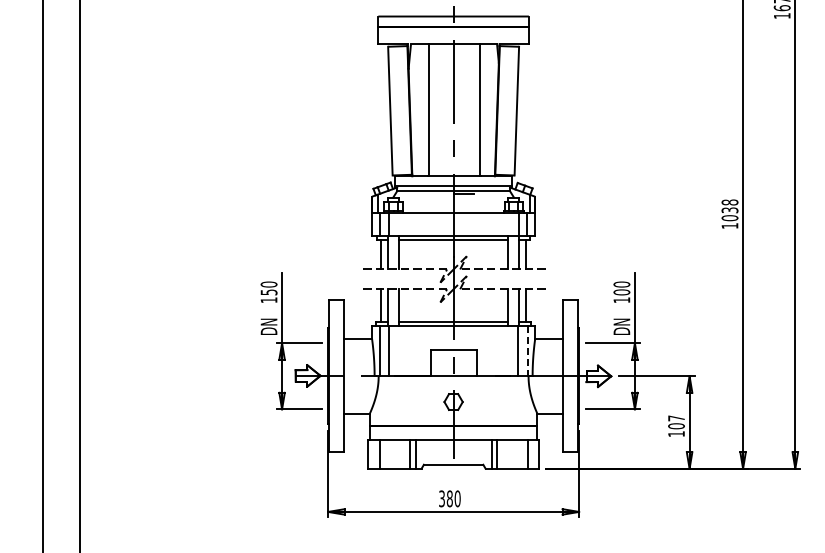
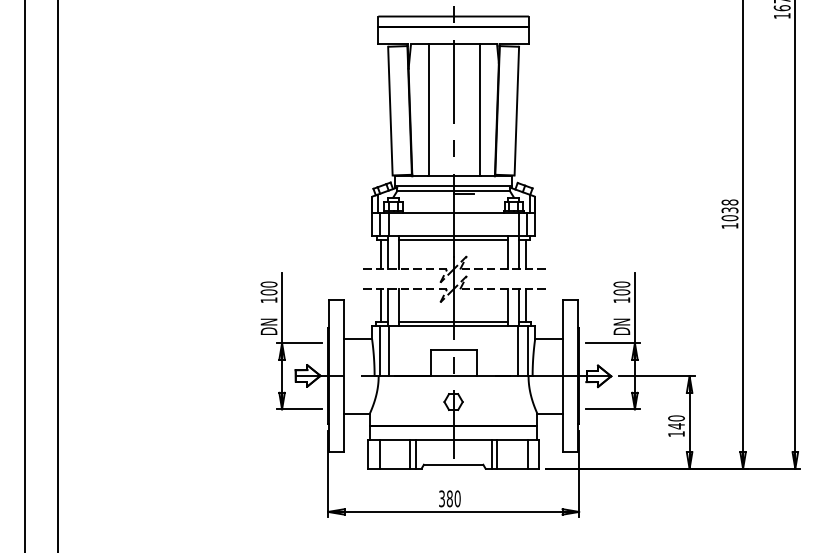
line at (42, 275) position: (42, 275) -> (24, 275)
line at (79, 275) position: (79, 275) -> (57, 275)
text at (268, 292): 150 -> 100
line at (527, 351): dashed -> solid
text at (676, 422): 107 -> 140
